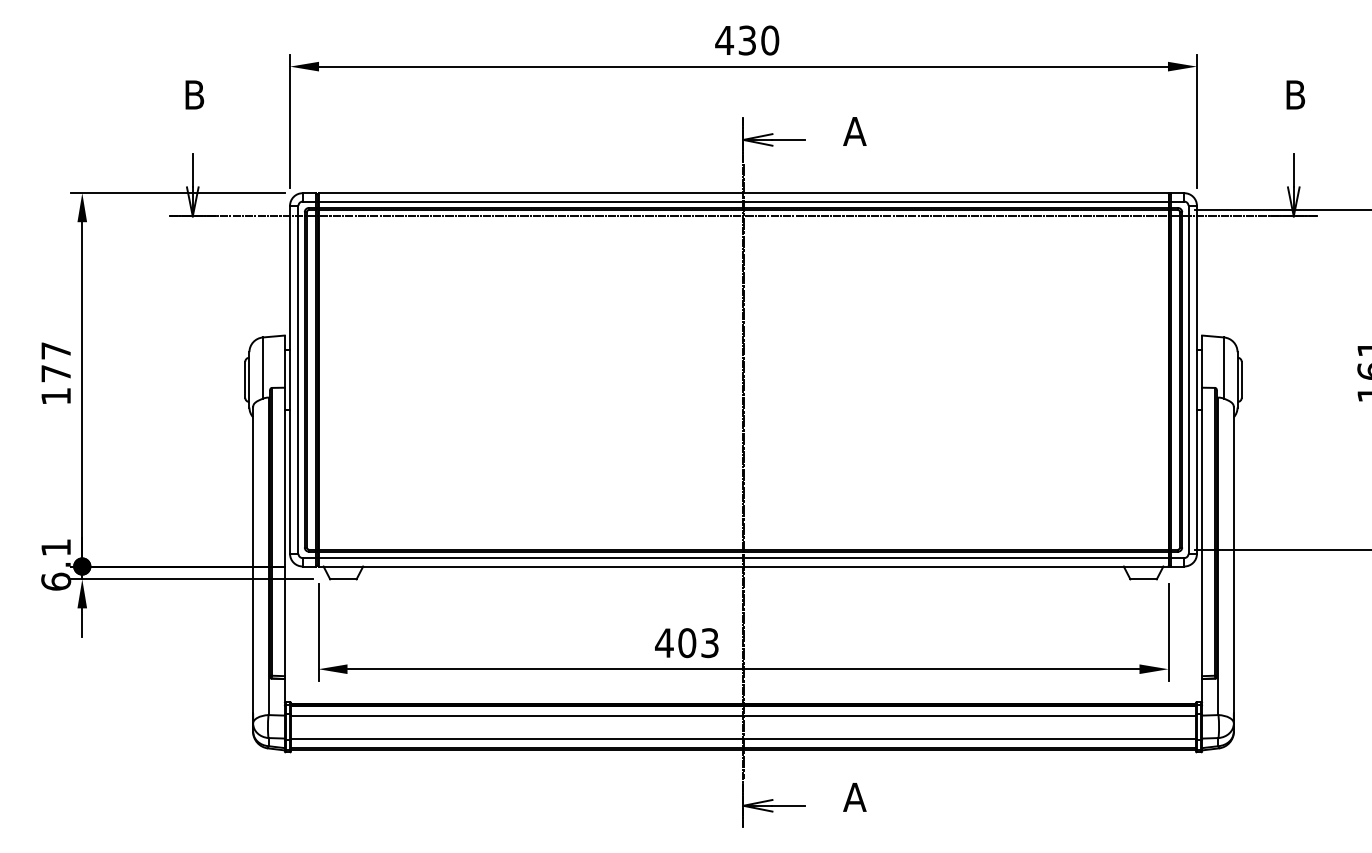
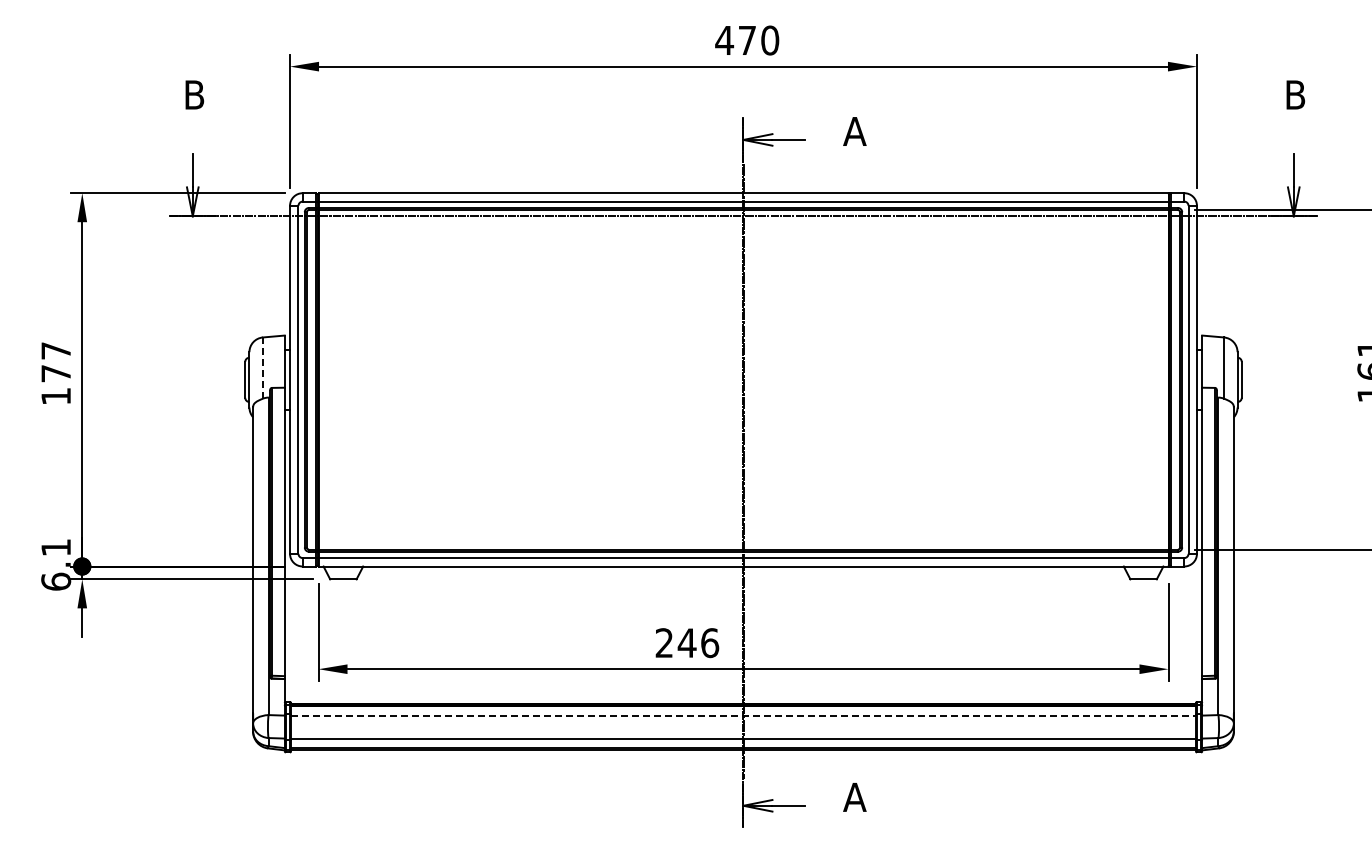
text at (746, 40): 430 -> 470
line at (262, 368): solid -> dashed
text at (687, 643): 403 -> 246
line at (744, 715): solid -> dashed
